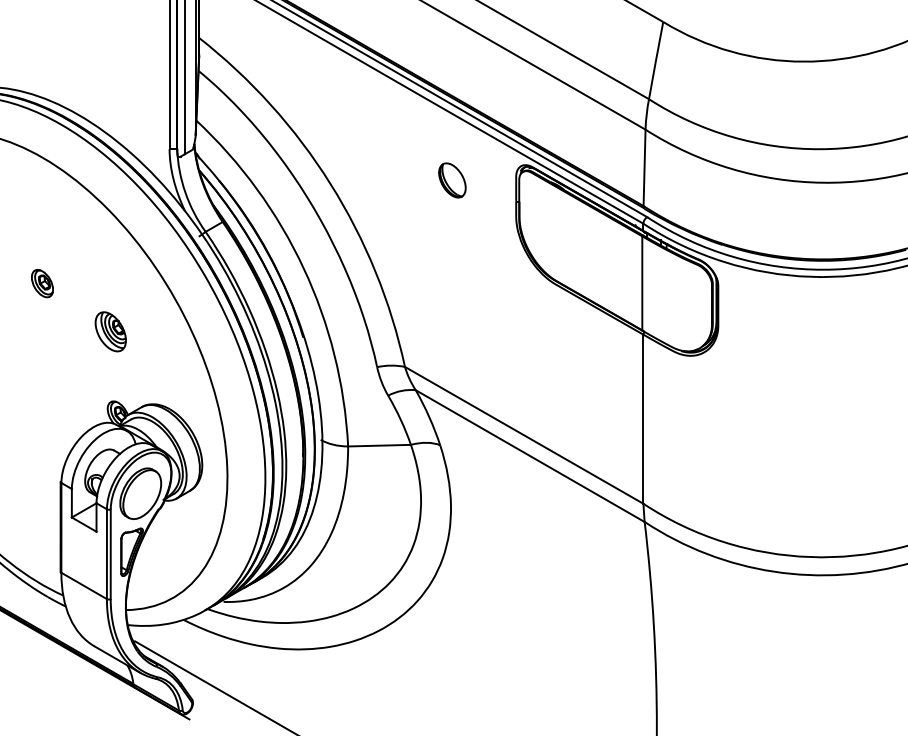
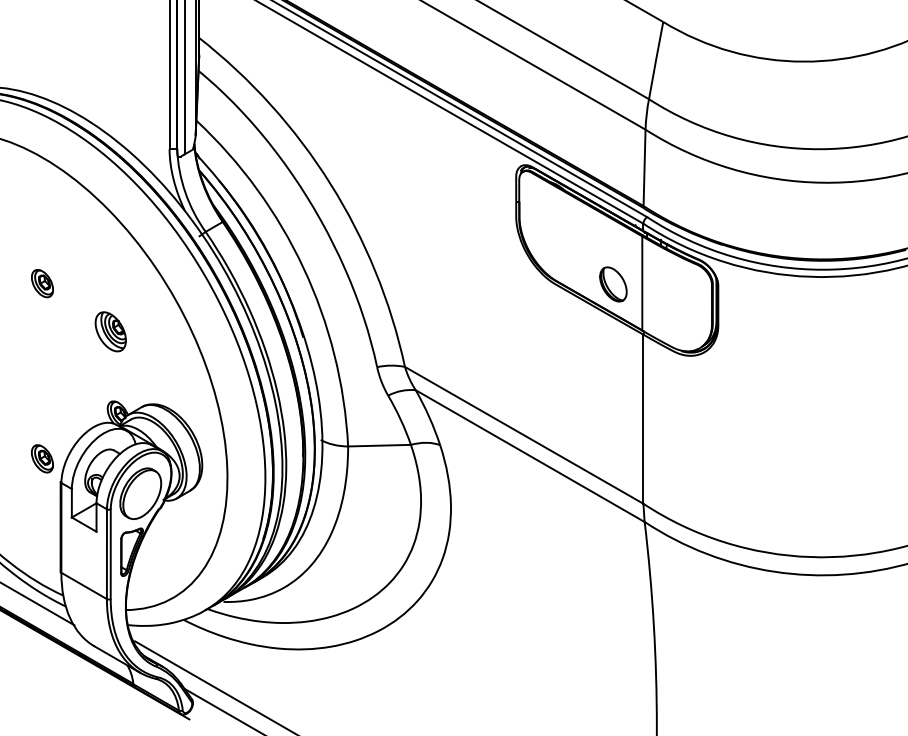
part at (452, 180) position: (452, 180) -> (613, 284)
part at (42, 458): none -> present
line at (38, 604): none -> present
line at (222, 710): none -> present
